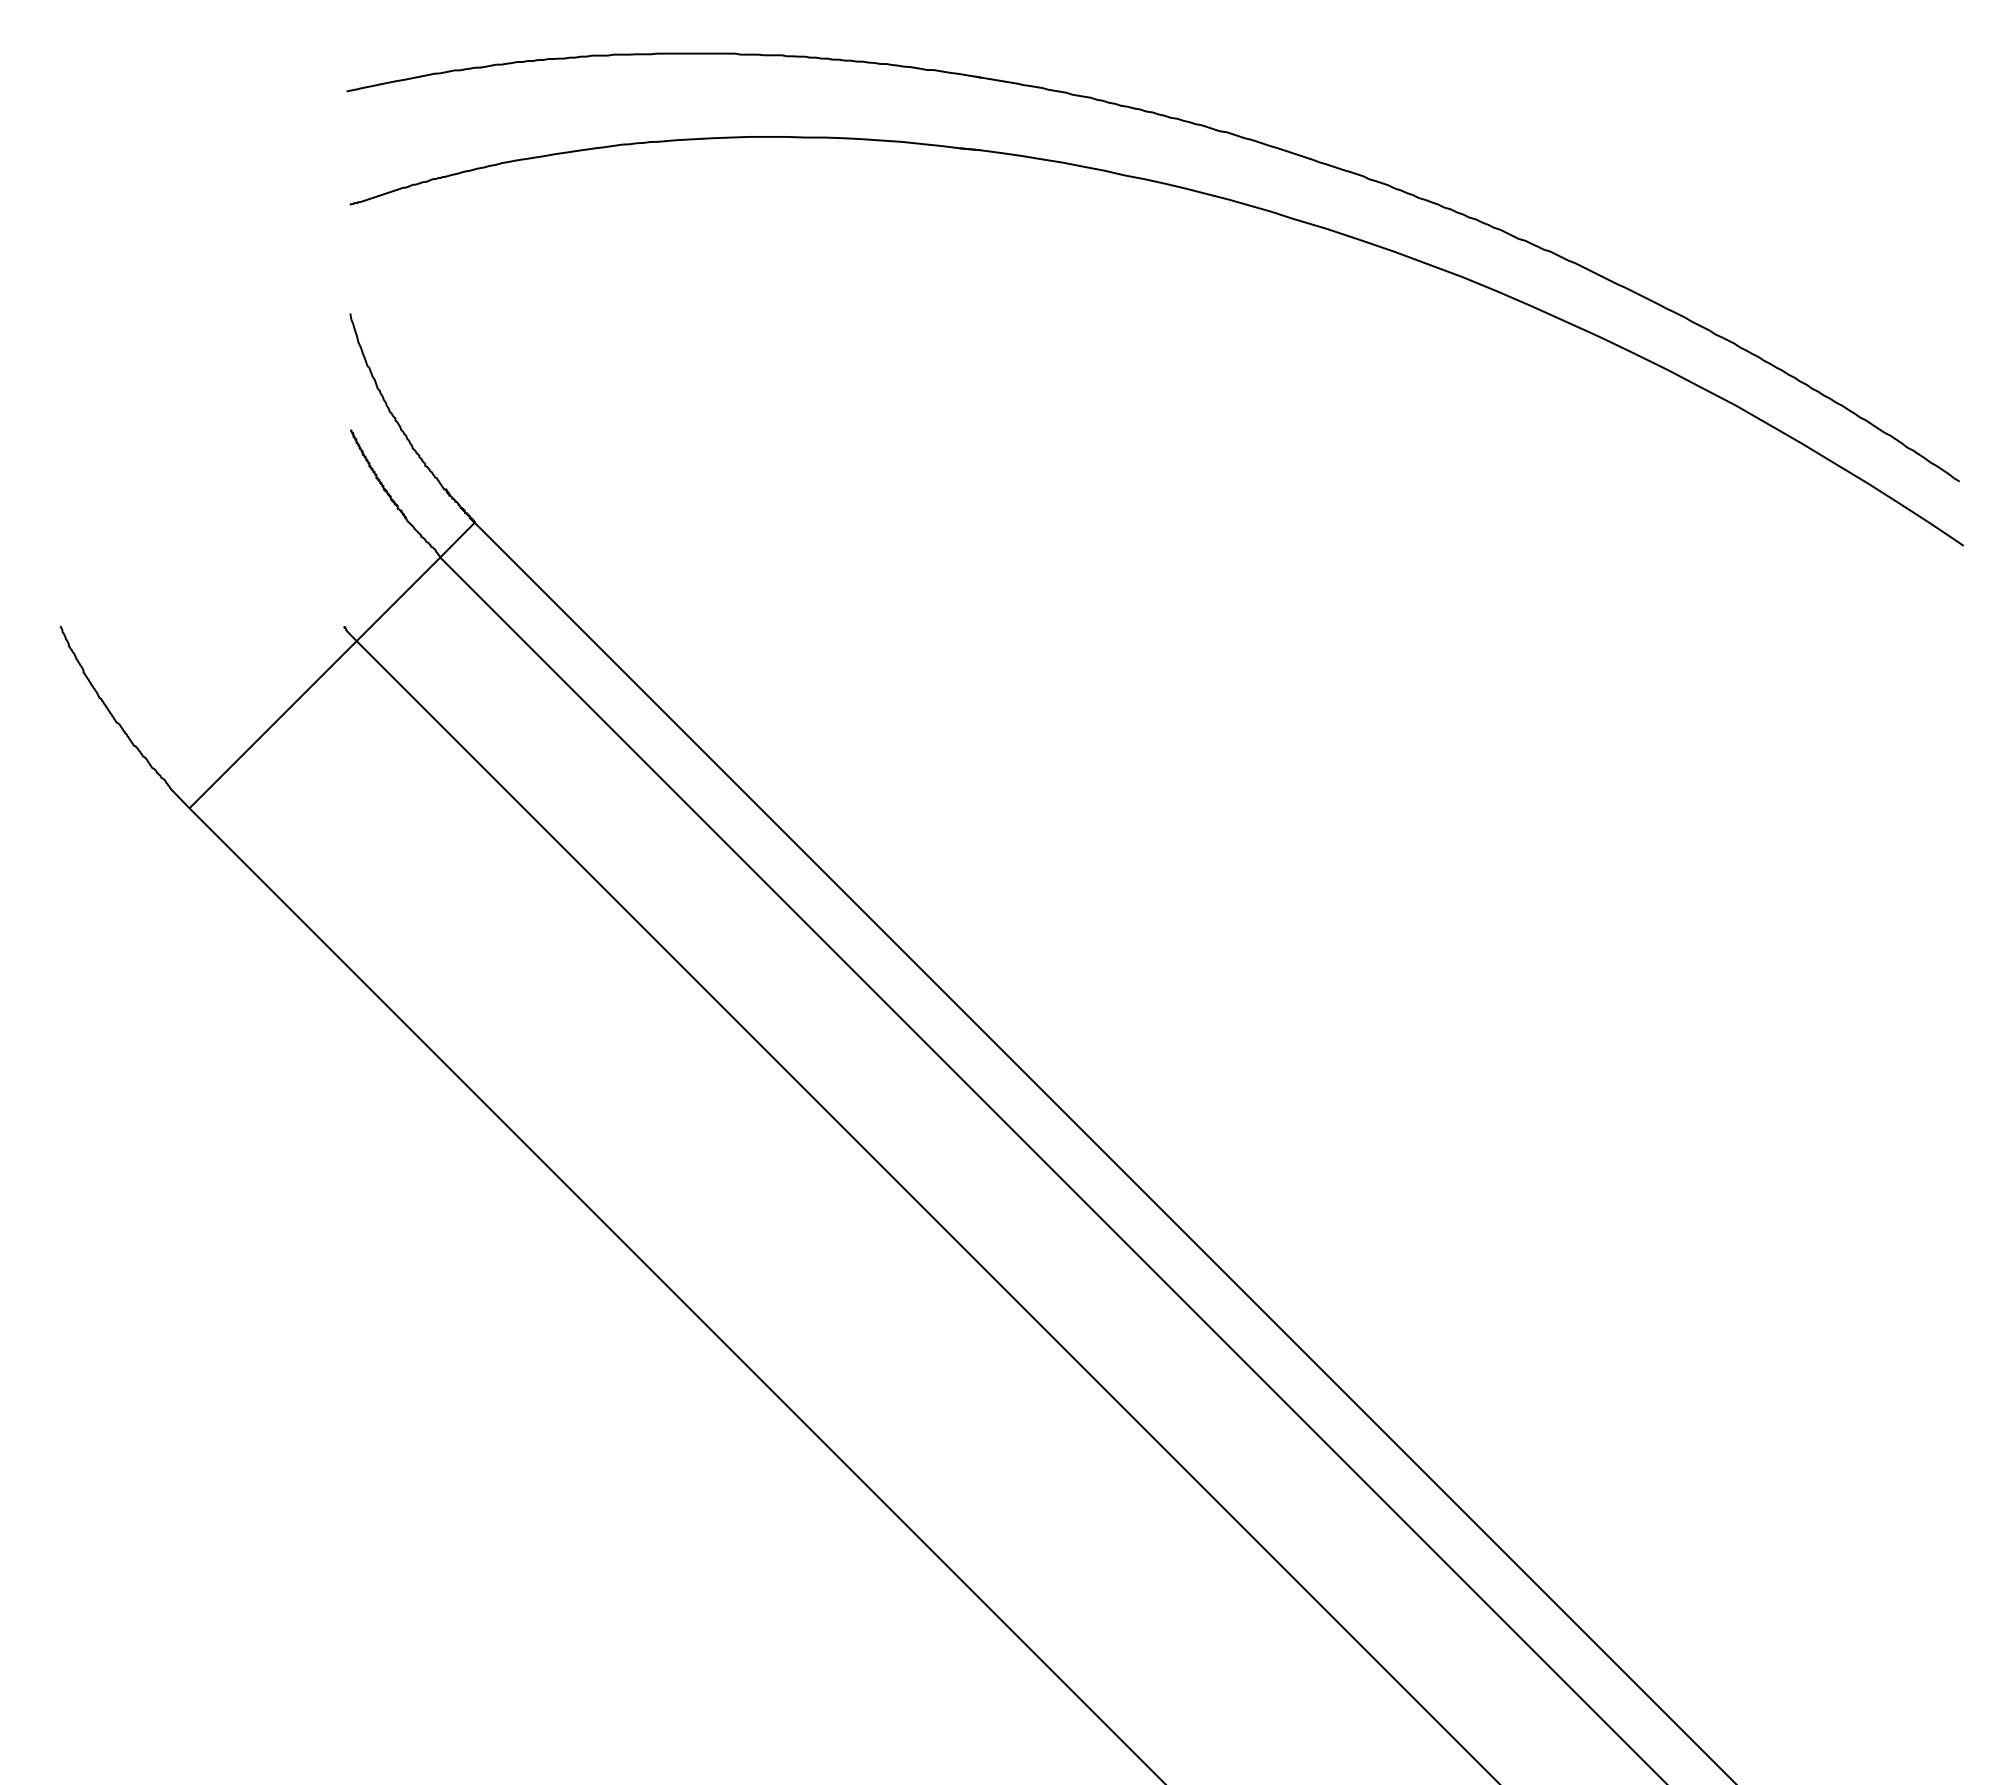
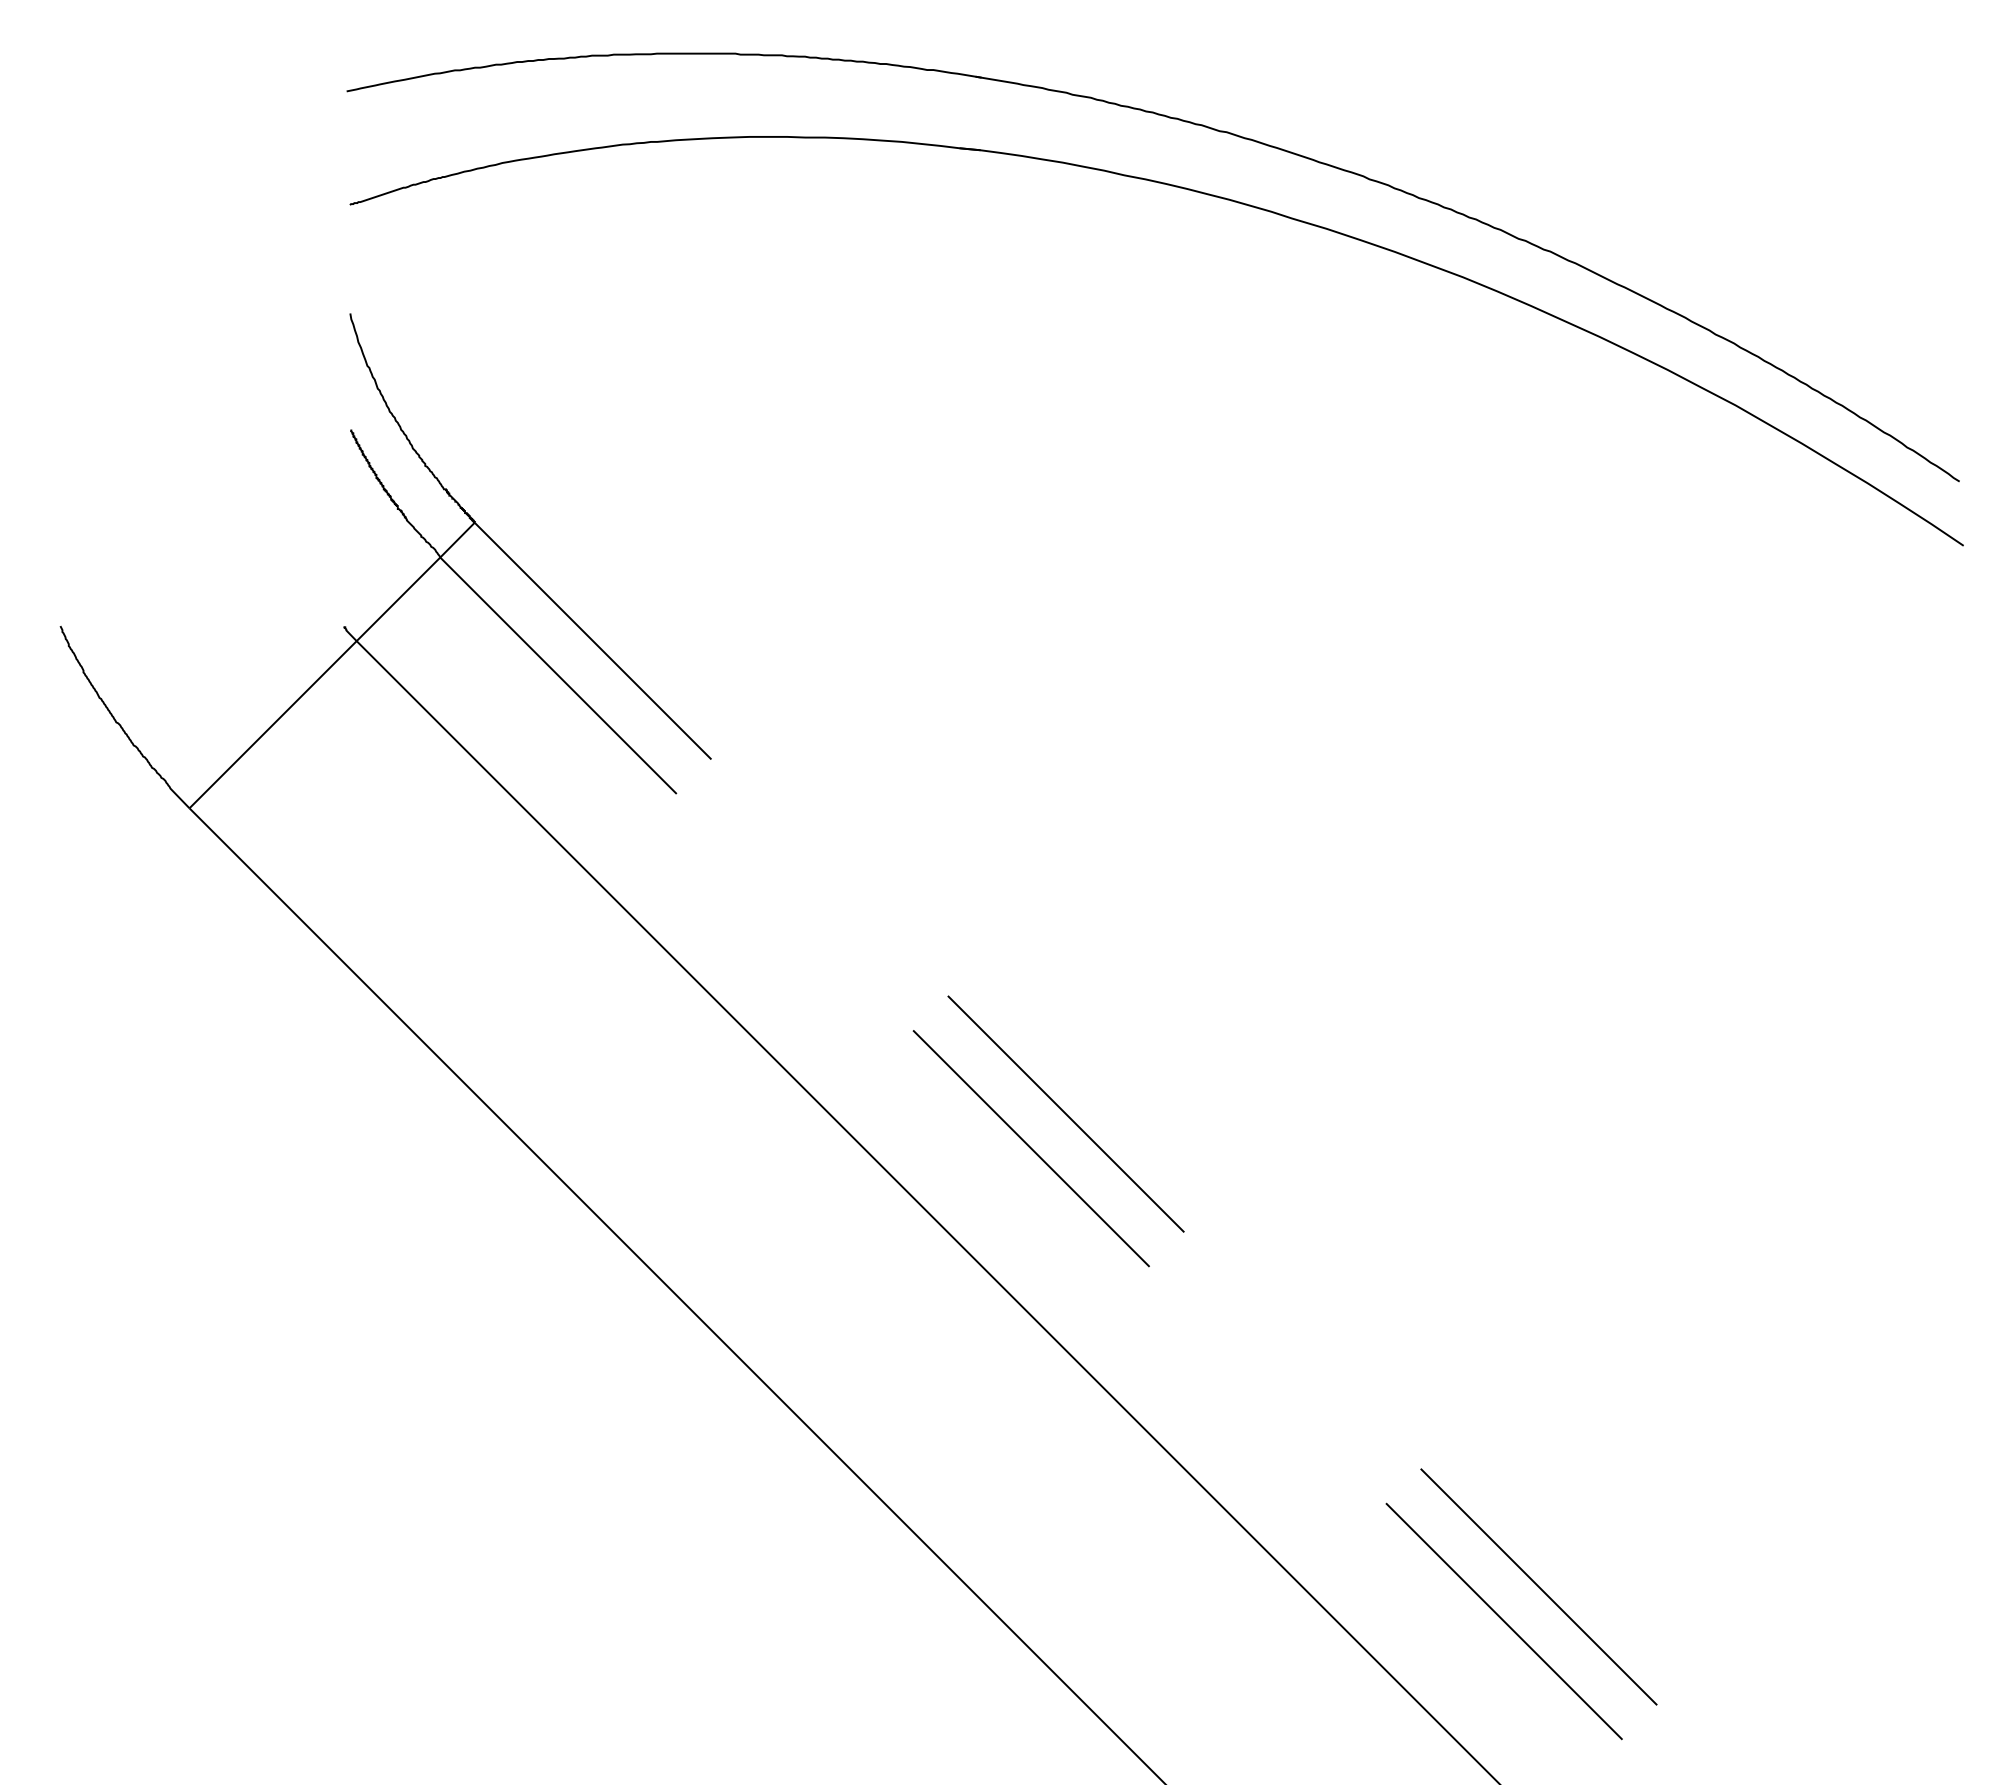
line at (1105, 1153): solid -> dashed
line at (1054, 1171): solid -> dashed
